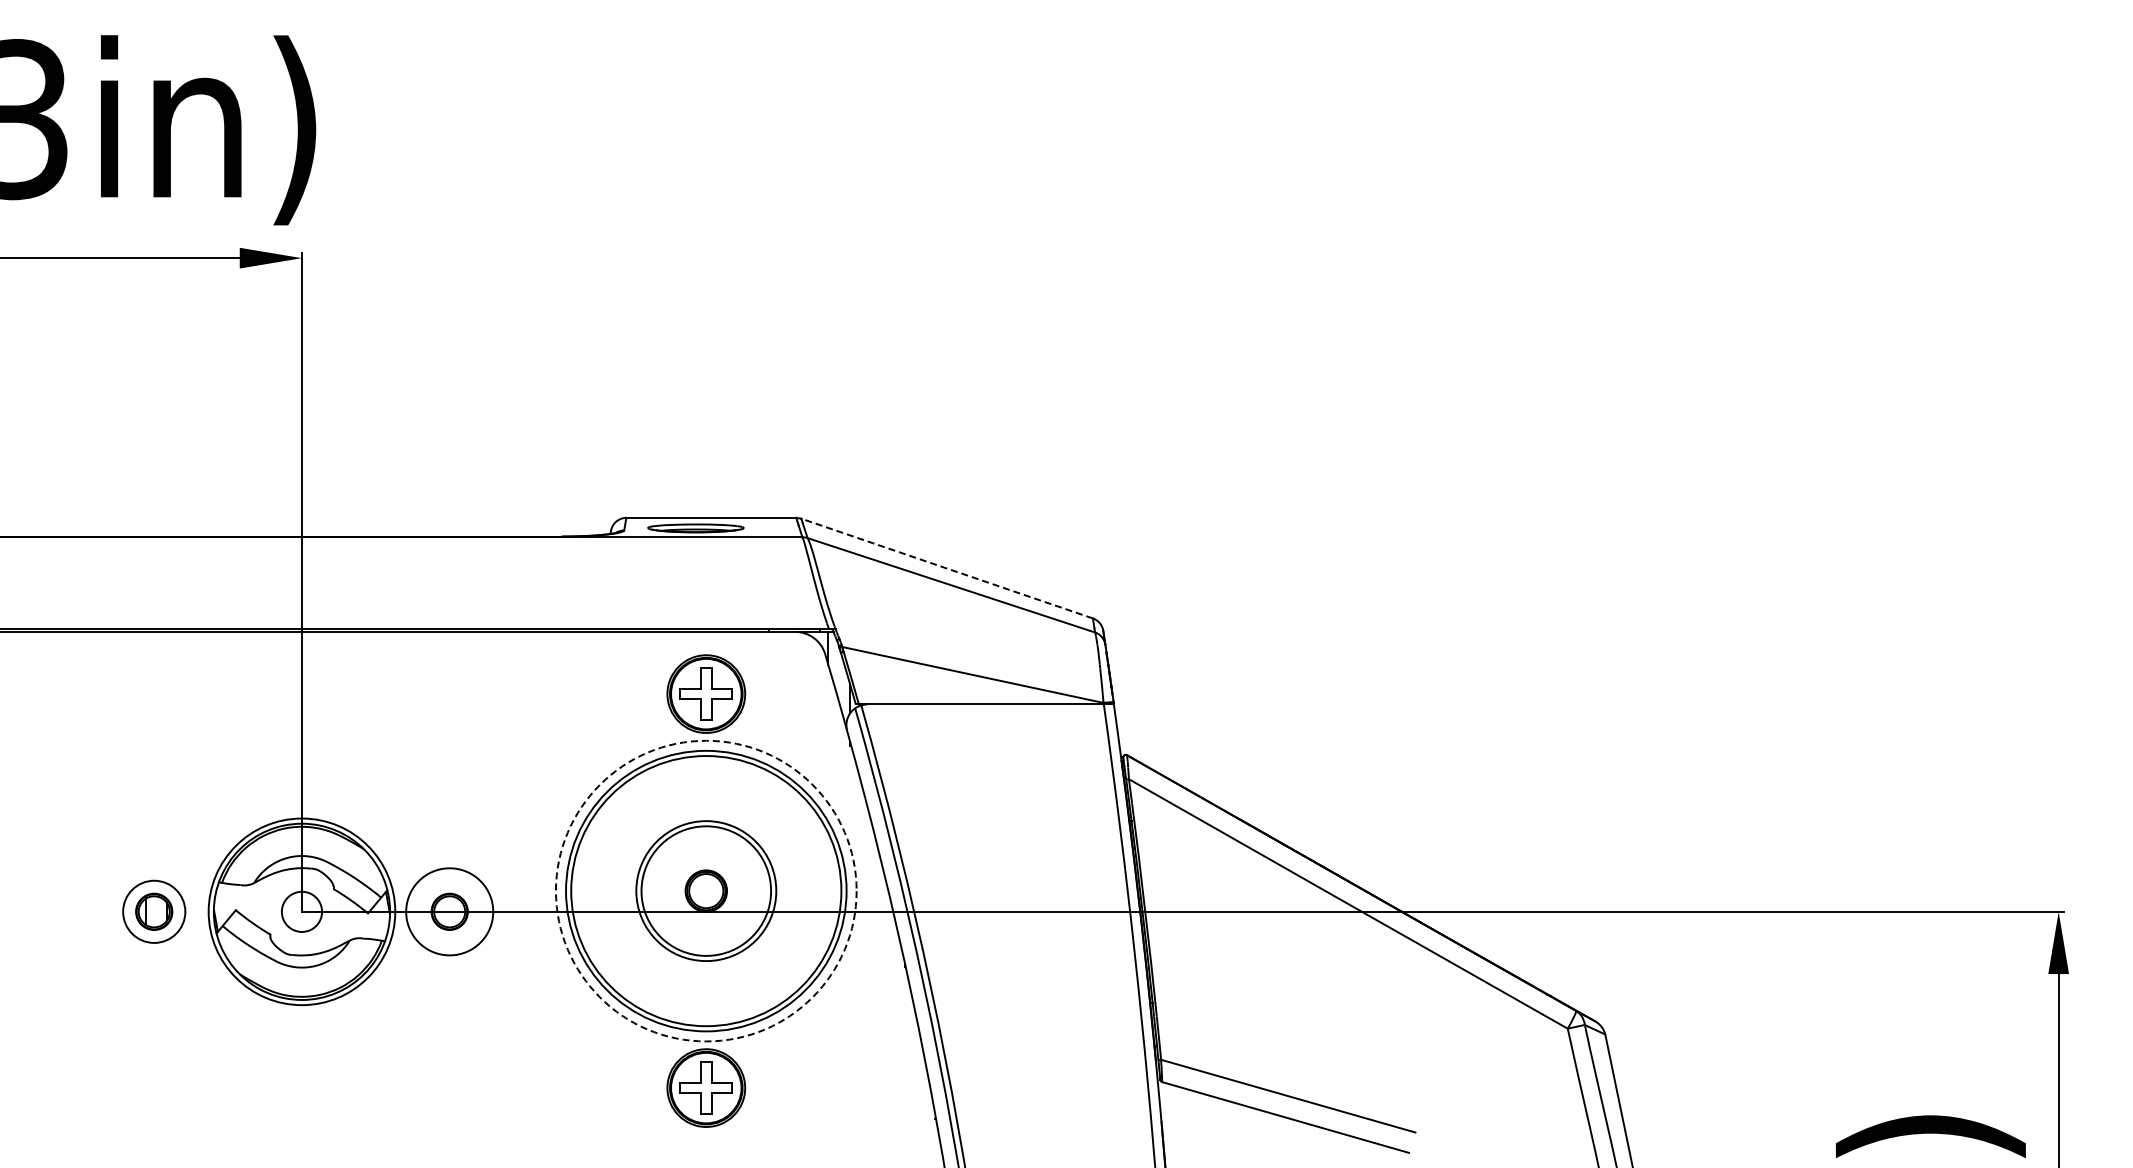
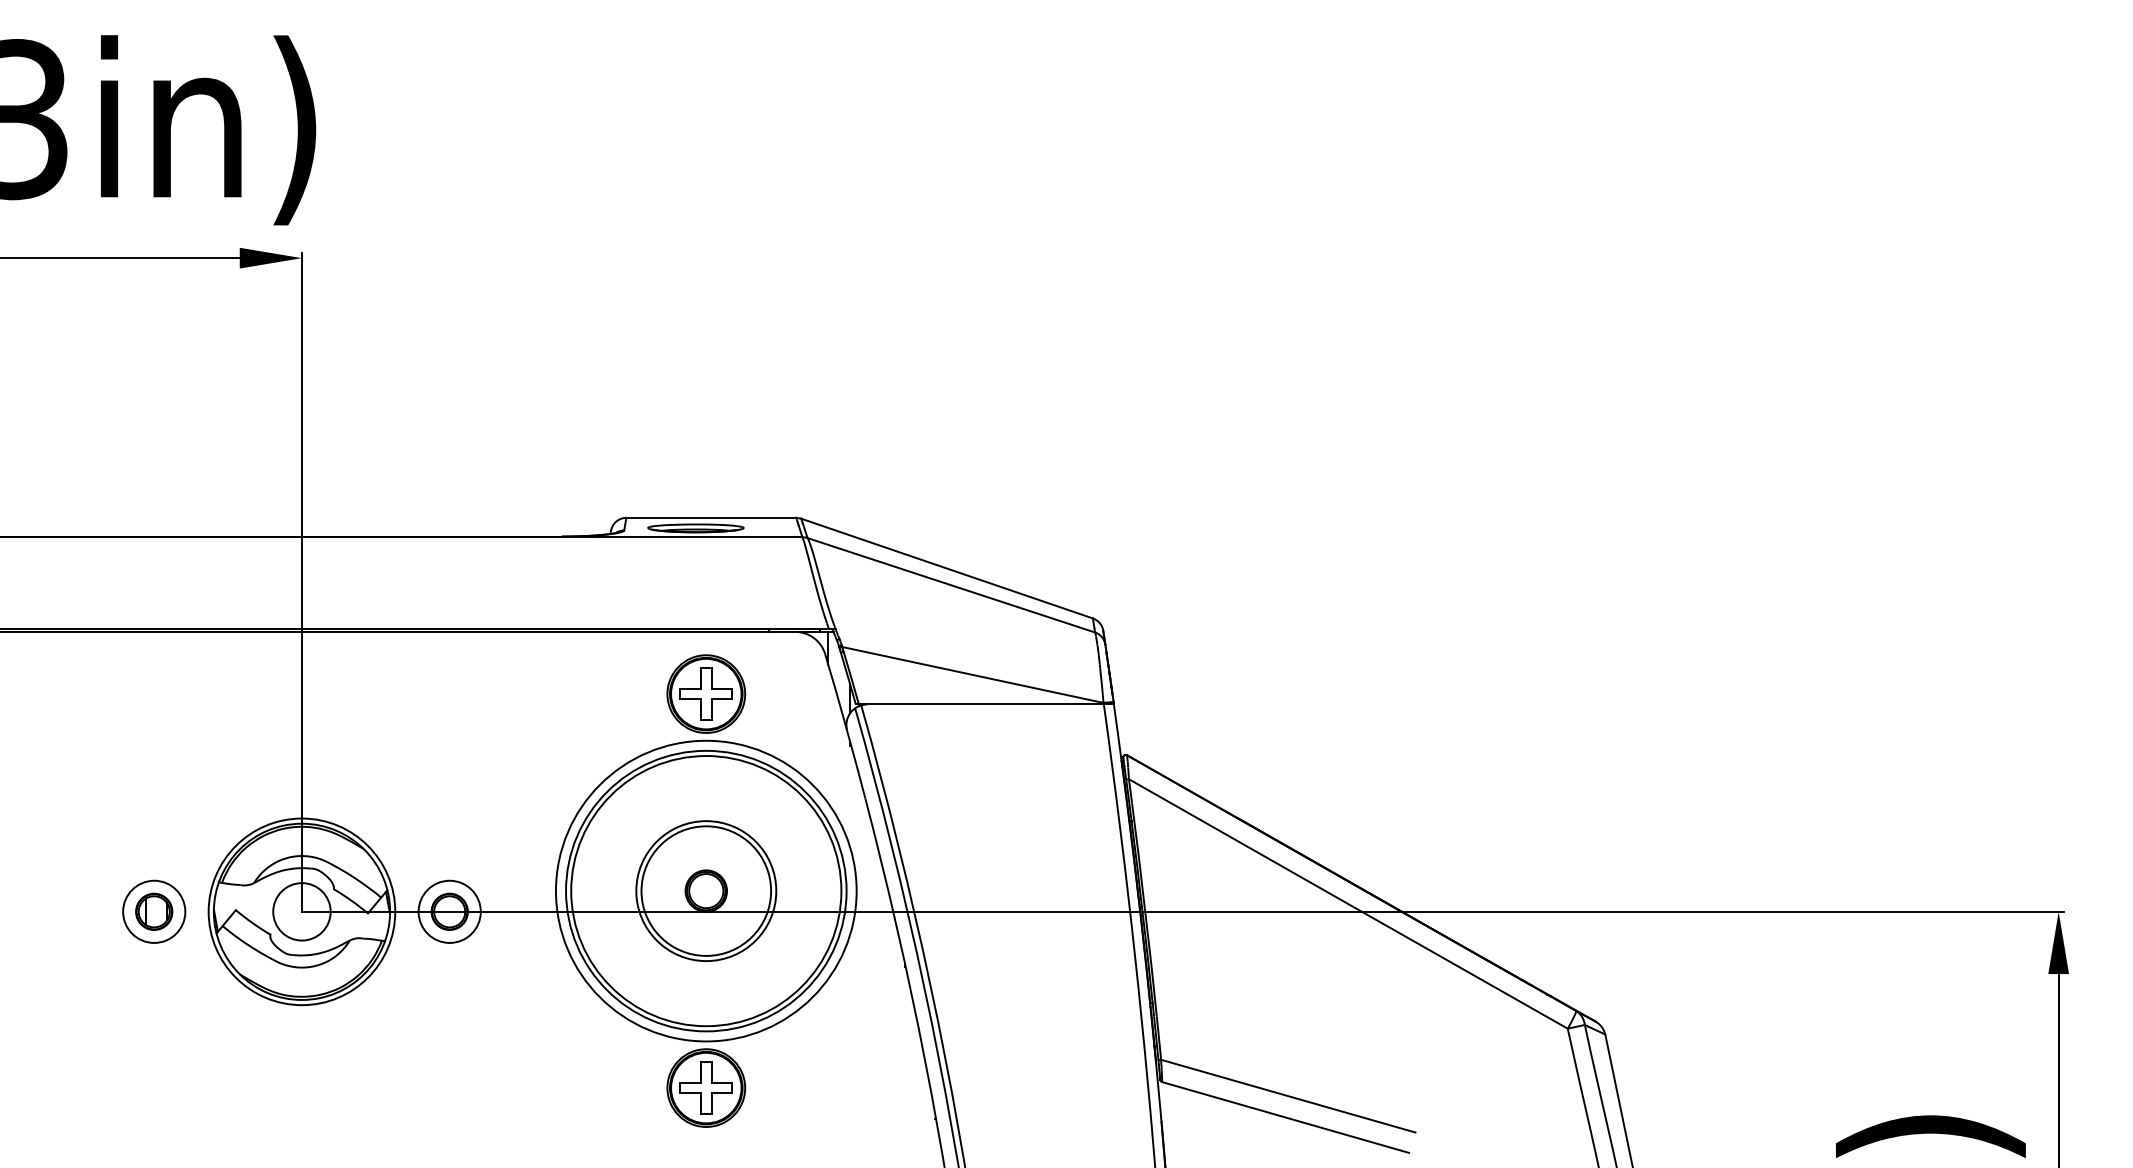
line at (946, 568): dashed -> solid
circle at (705, 890): dashed -> solid
circle at (301, 911) diameter: 40 px -> 57 px
circle at (449, 911) diameter: 87 px -> 62 px
